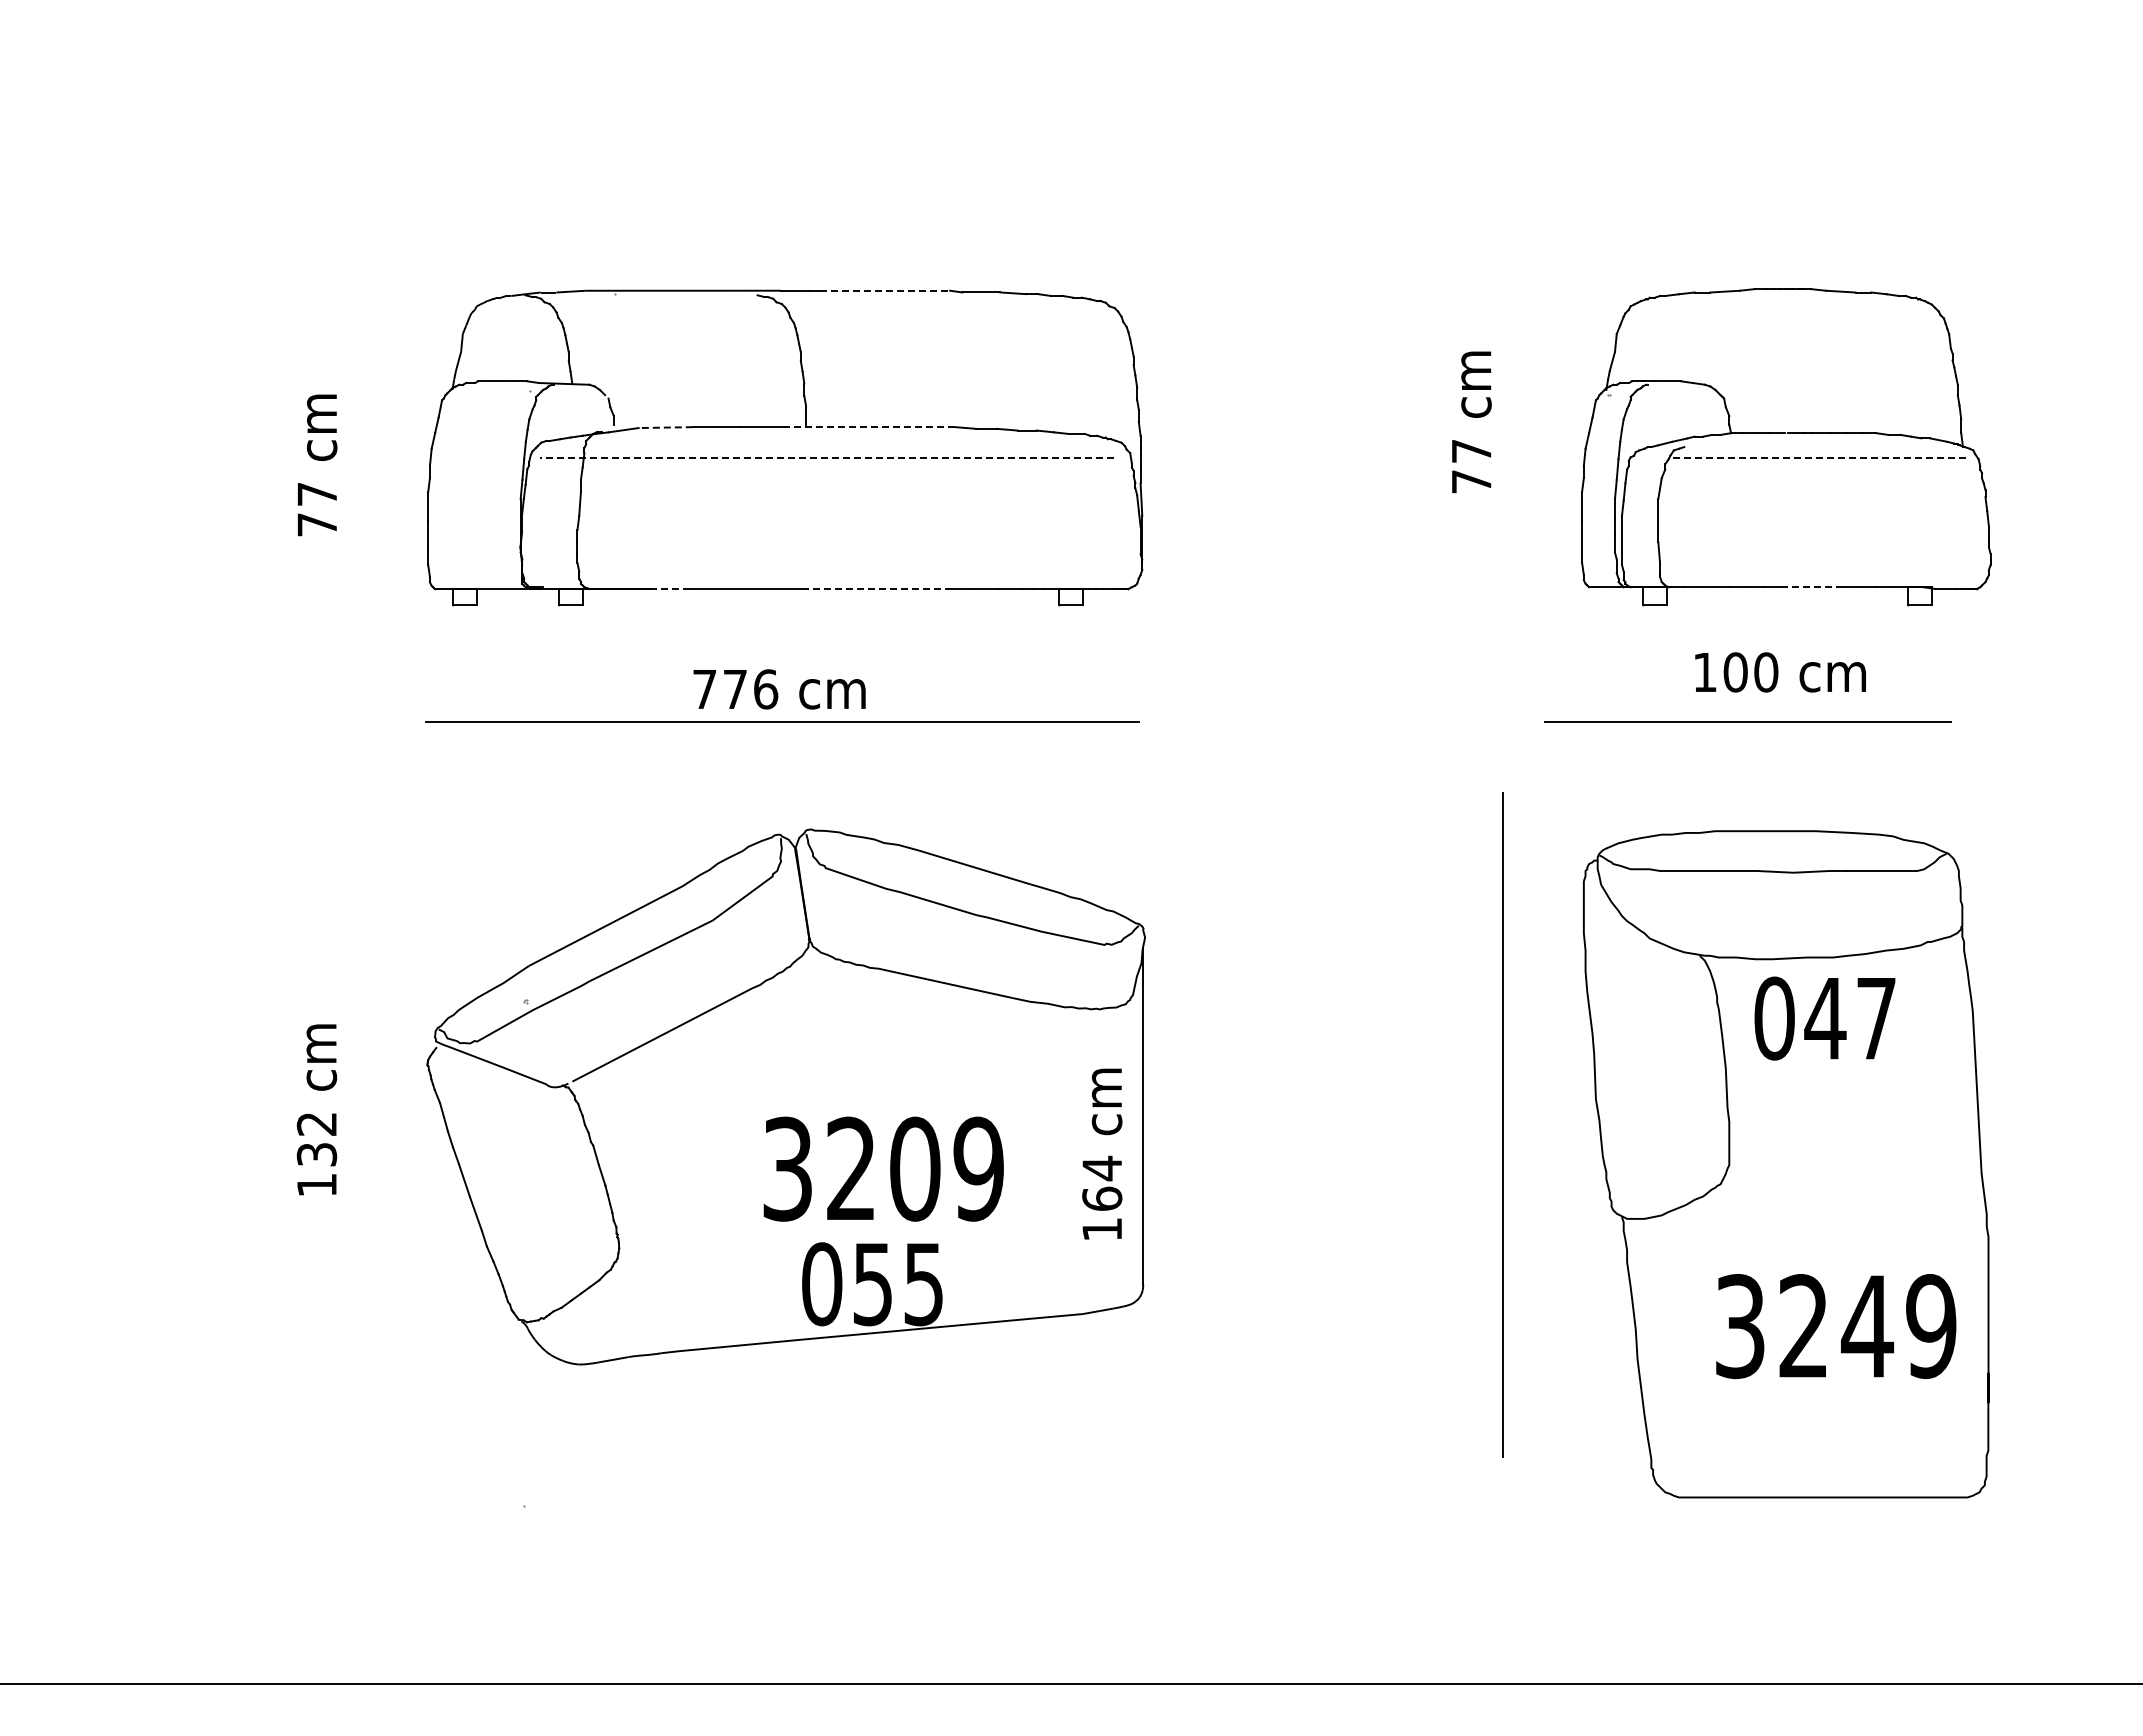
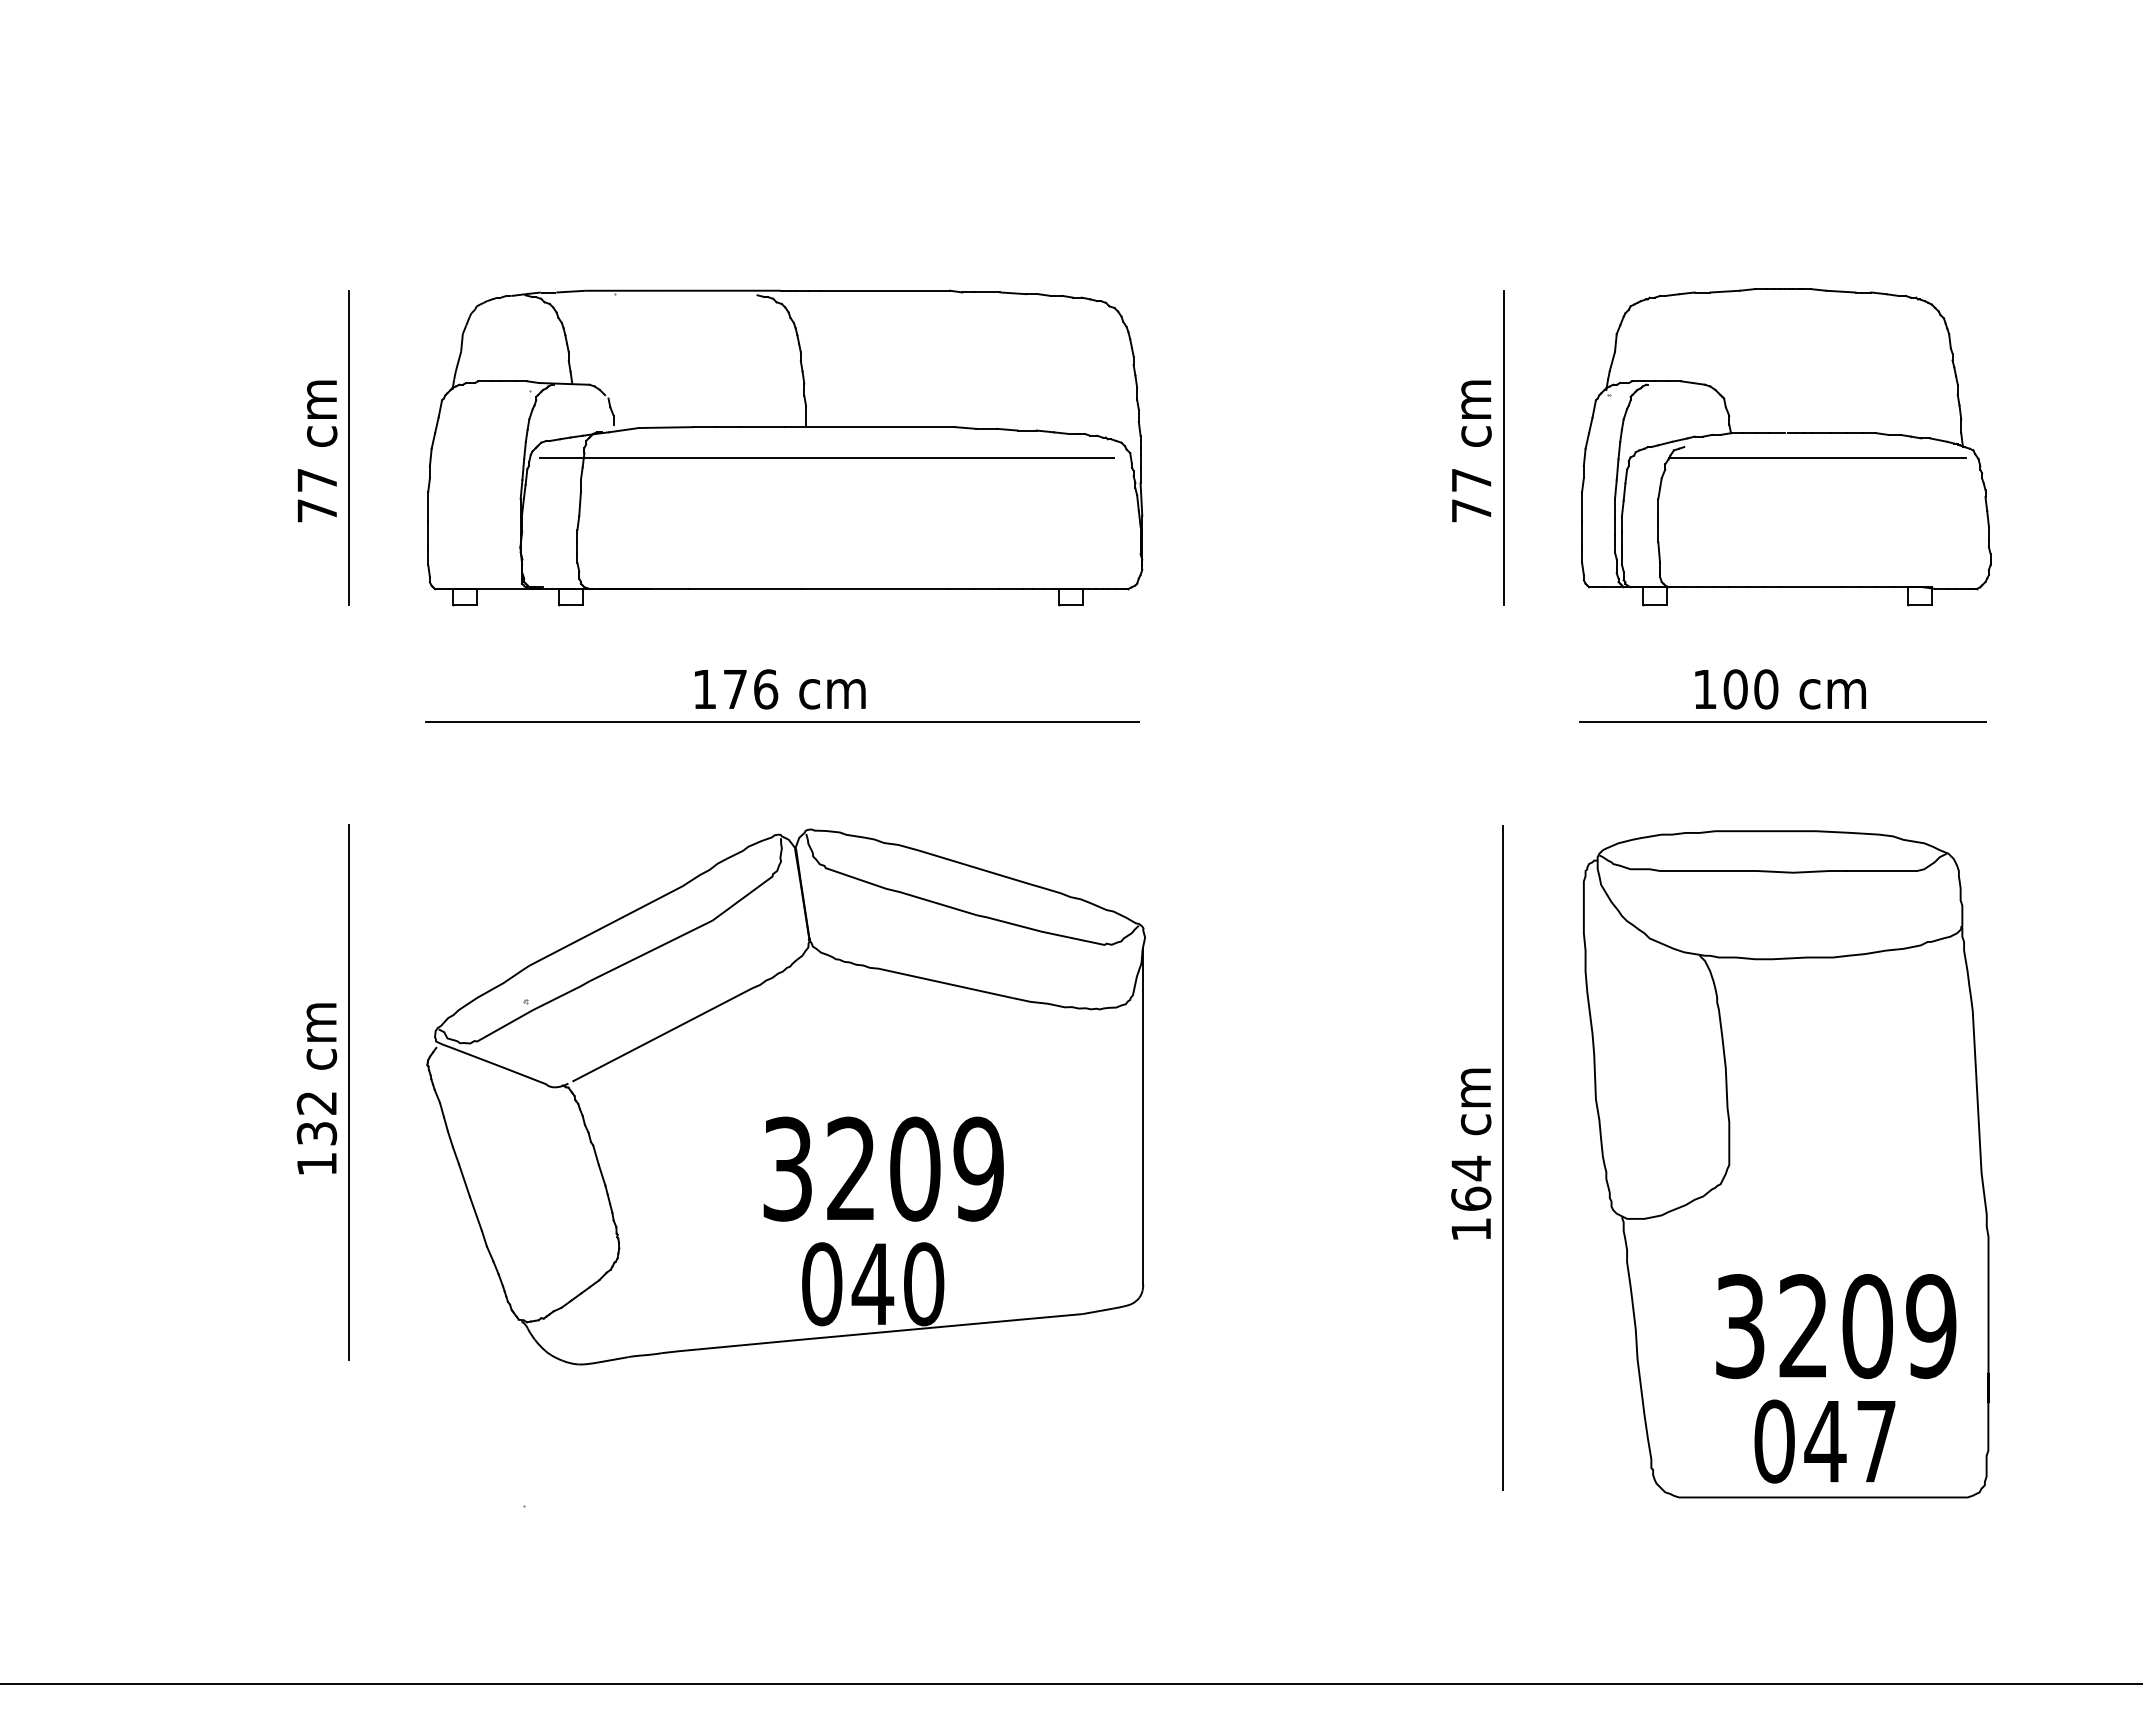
line at (885, 290): dashed -> solid
text at (1471, 422) position: (1471, 422) -> (1471, 451)
line at (665, 427): dashed -> solid
line at (869, 427): dashed -> solid
line at (349, 447): none -> present
line at (1503, 447): none -> present
line at (826, 457): dashed -> solid
line at (1817, 457): dashed -> solid
text at (317, 465) position: (317, 465) -> (317, 451)
line at (1811, 587): dashed -> solid
line at (669, 588): dashed -> solid
line at (875, 588): dashed -> solid
text at (1780, 672) position: (1780, 672) -> (1780, 689)
text at (704, 689): 776 -> 176
line at (1747, 721) position: (1747, 721) -> (1782, 721)
text at (1824, 1018) position: (1824, 1018) -> (1824, 1441)
line at (349, 1092): none -> present
text at (316, 1109) position: (316, 1109) -> (316, 1088)
line at (1502, 1124) position: (1502, 1124) -> (1502, 1157)
text at (1102, 1153) position: (1102, 1153) -> (1471, 1153)
text at (897, 1284): 055 -> 040
text at (1867, 1326): 3249 -> 3209
